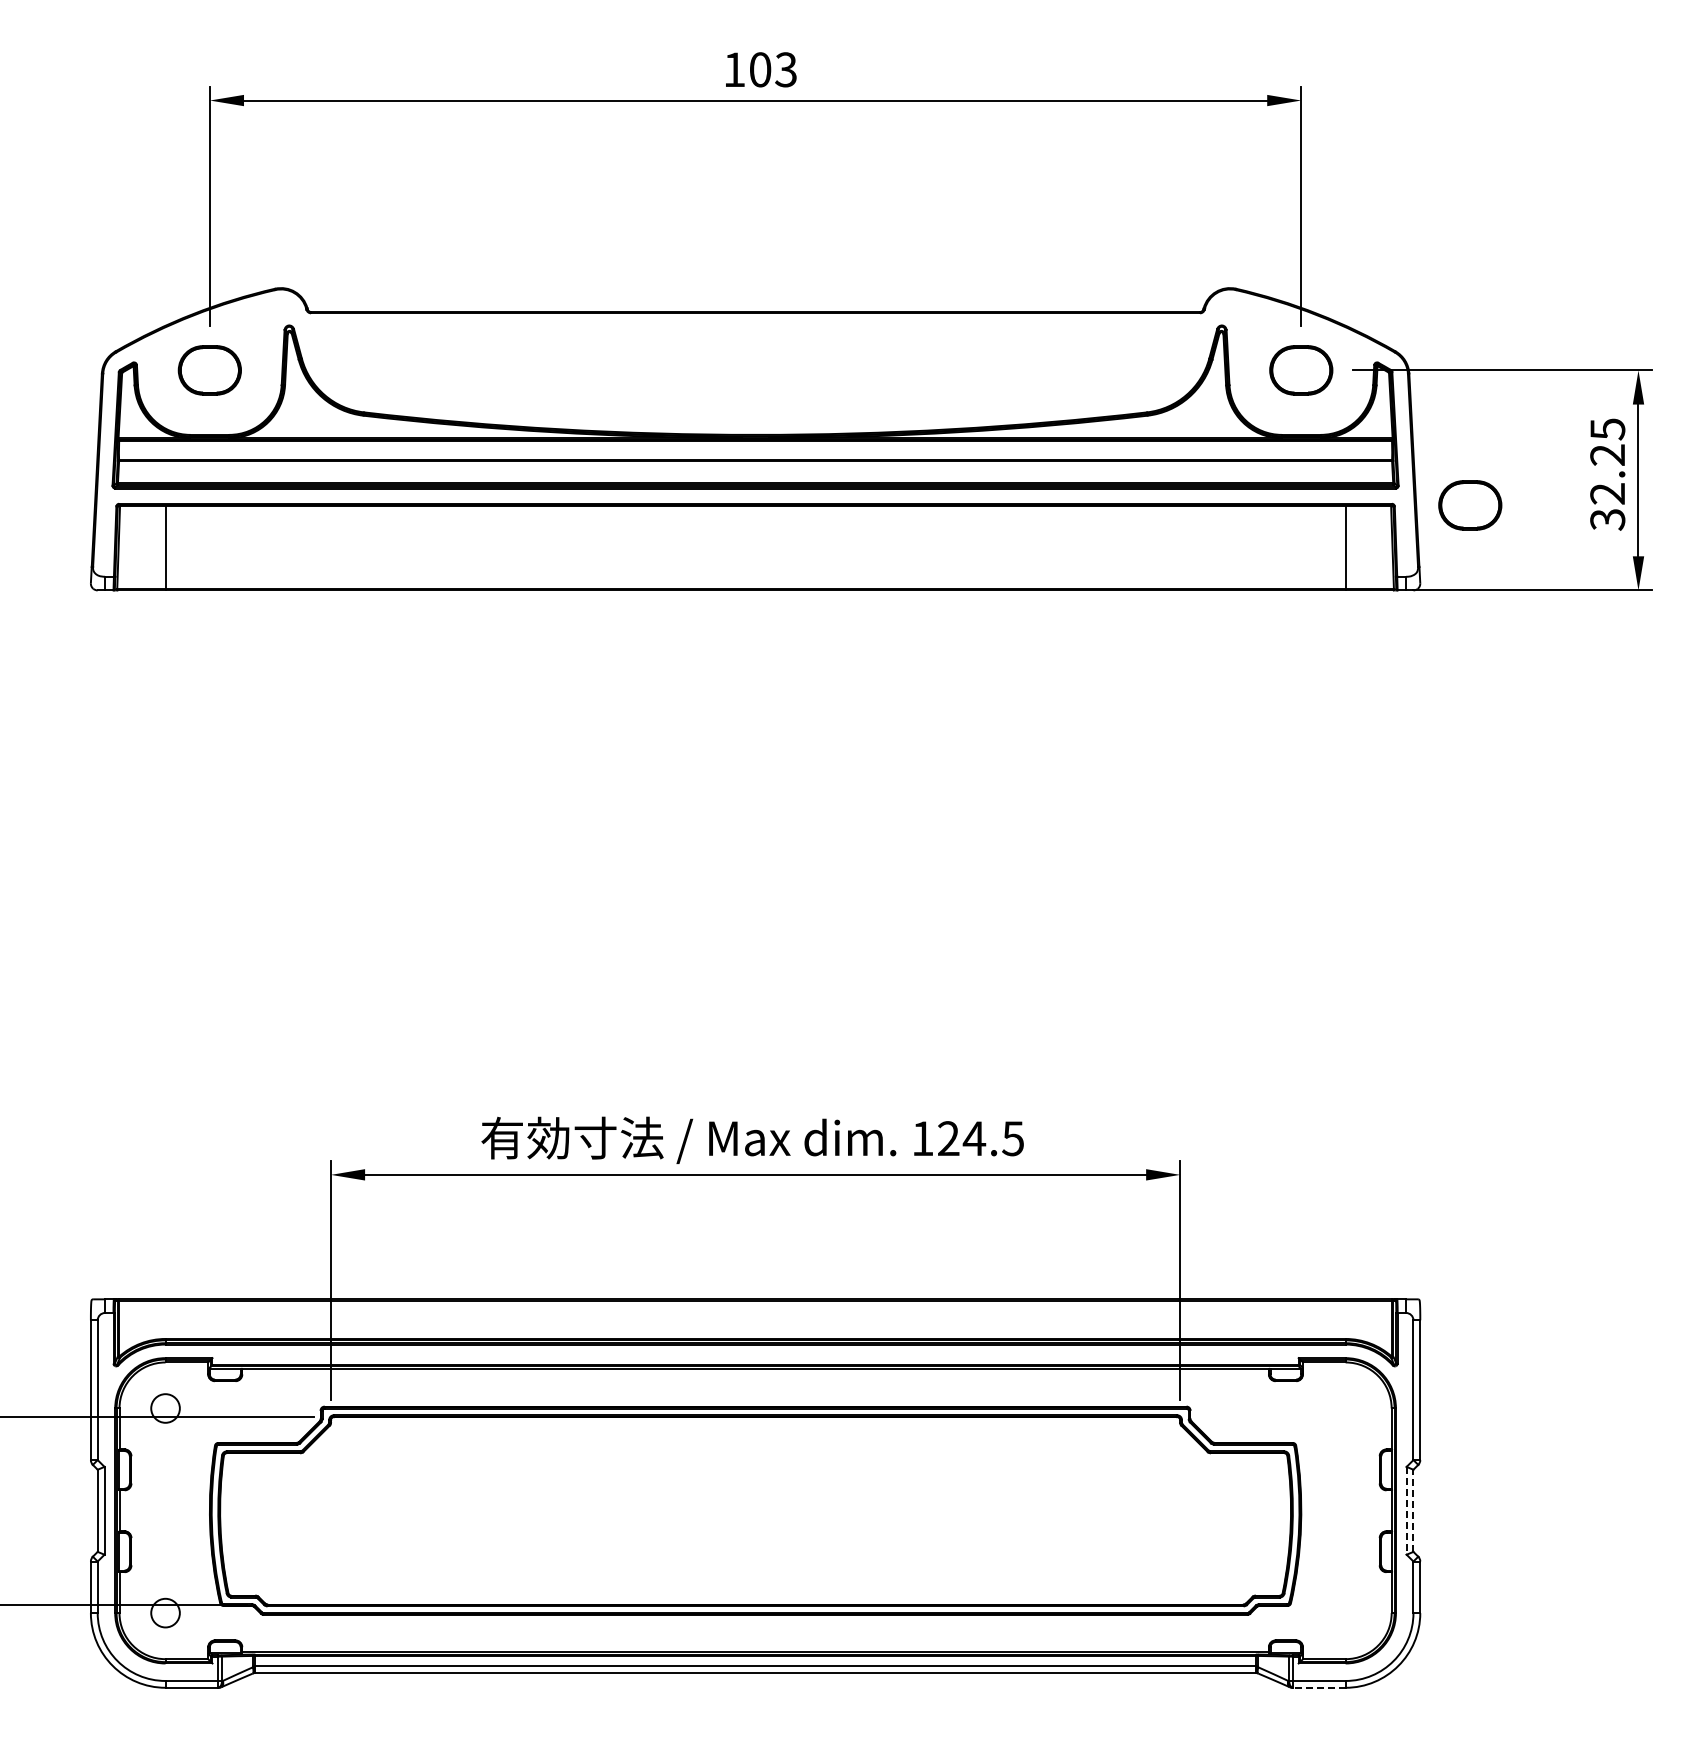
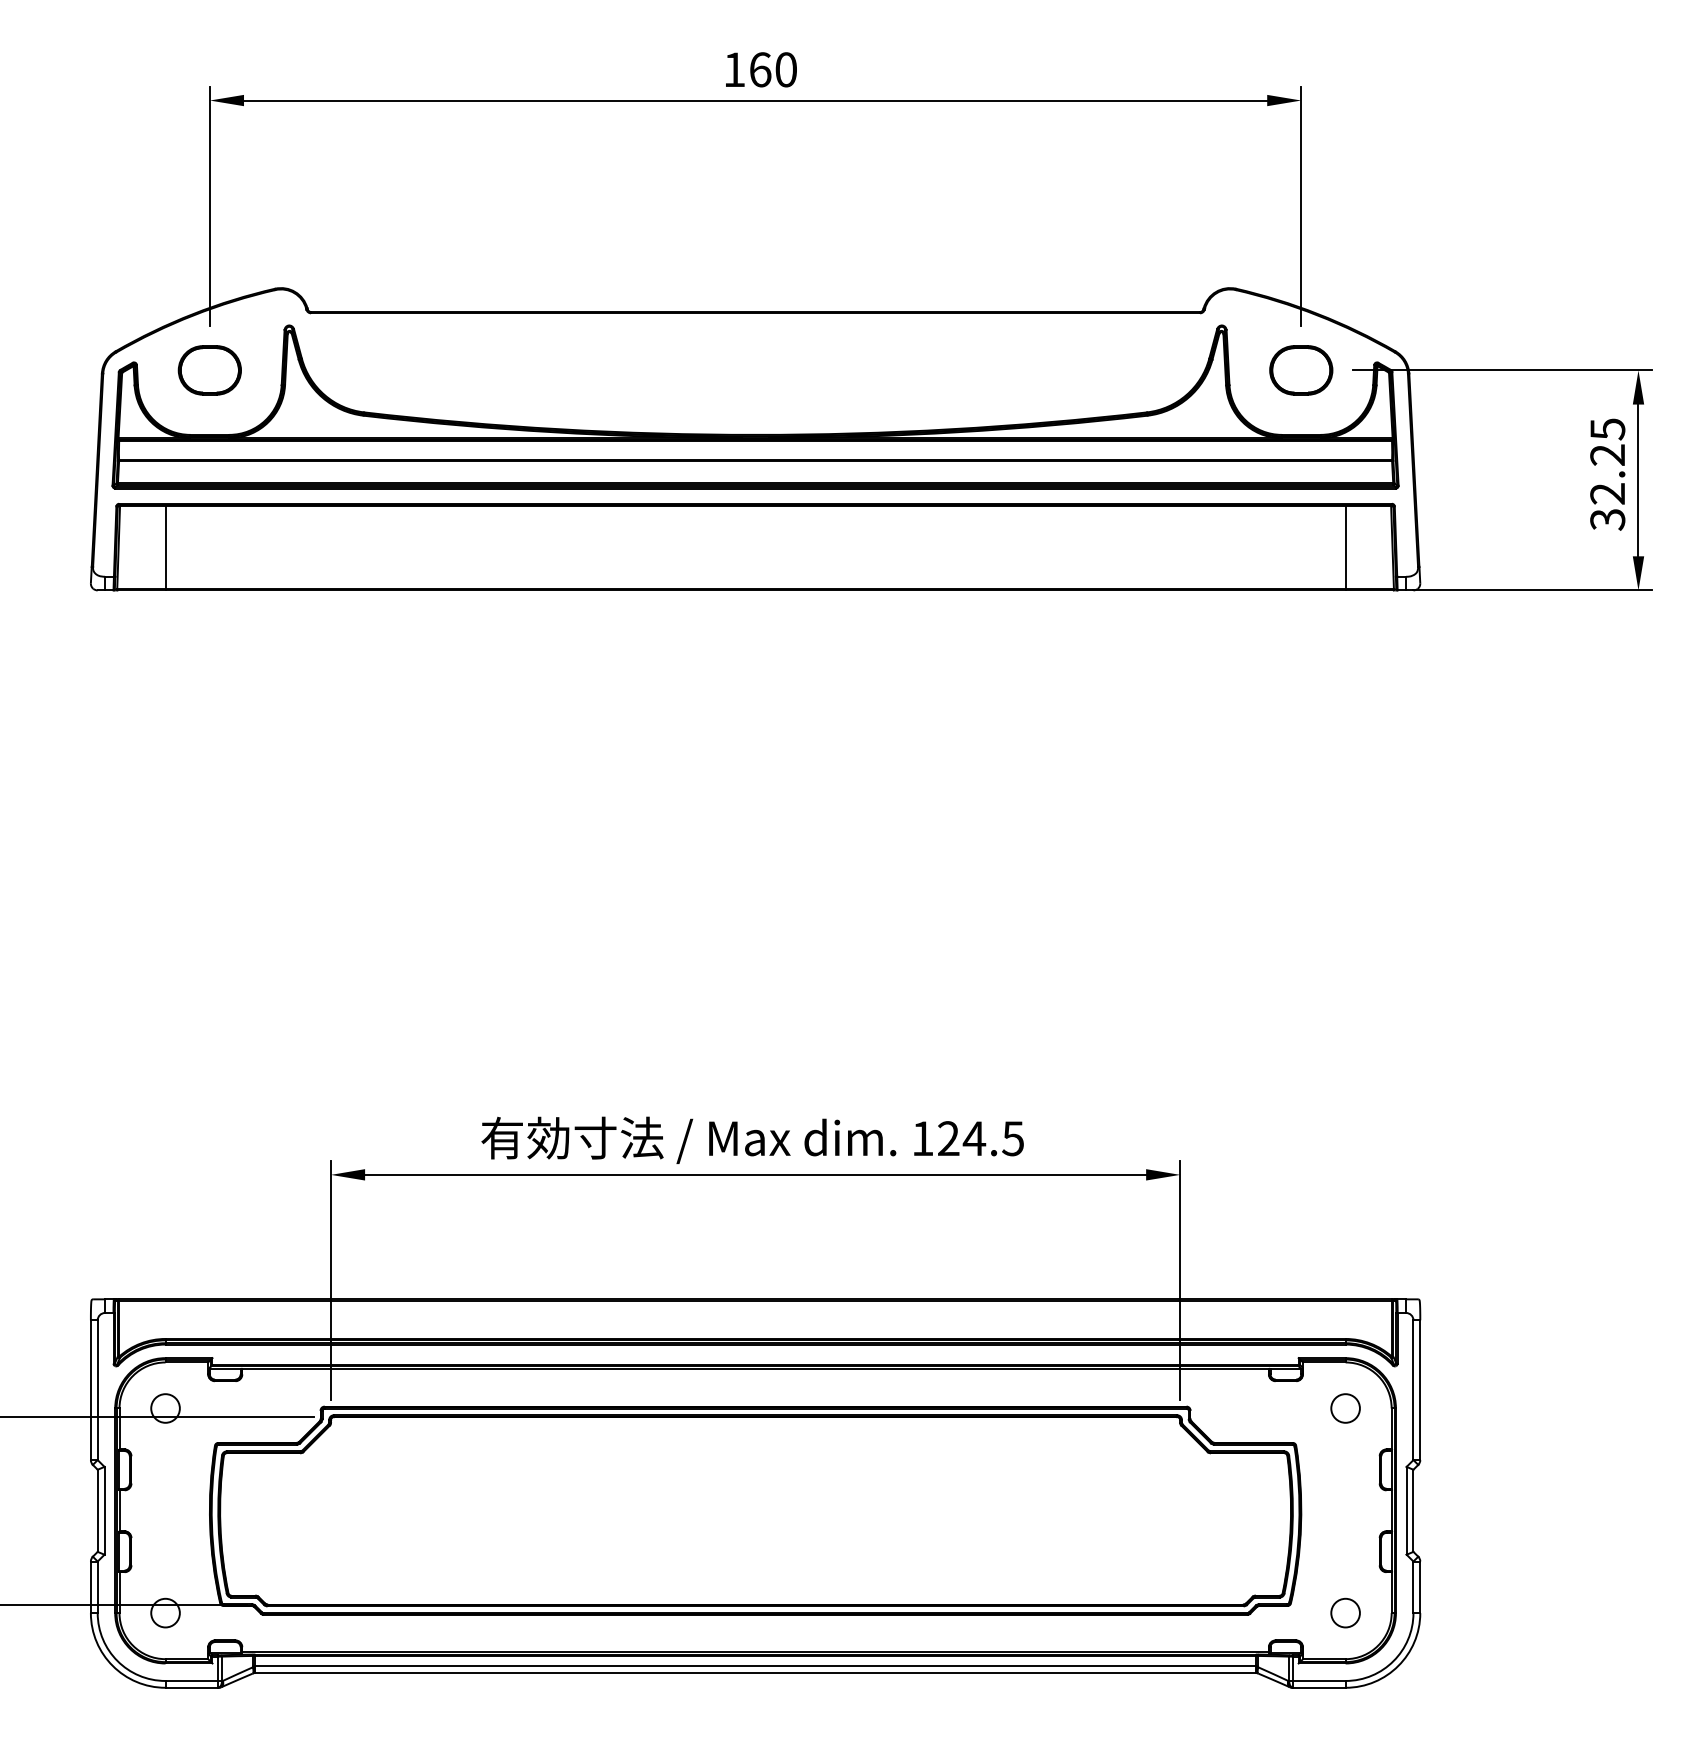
text at (773, 69): 103 -> 160
part at (1470, 505): present -> none
circle at (1345, 1408): none -> present
line at (1406, 1510): dashed -> solid
line at (1413, 1510): dashed -> solid
circle at (1345, 1612): none -> present
line at (1319, 1687): dashed -> solid
